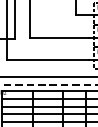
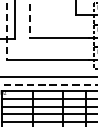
line at (30, 18): solid -> dashed
line at (7, 29): solid -> dashed
